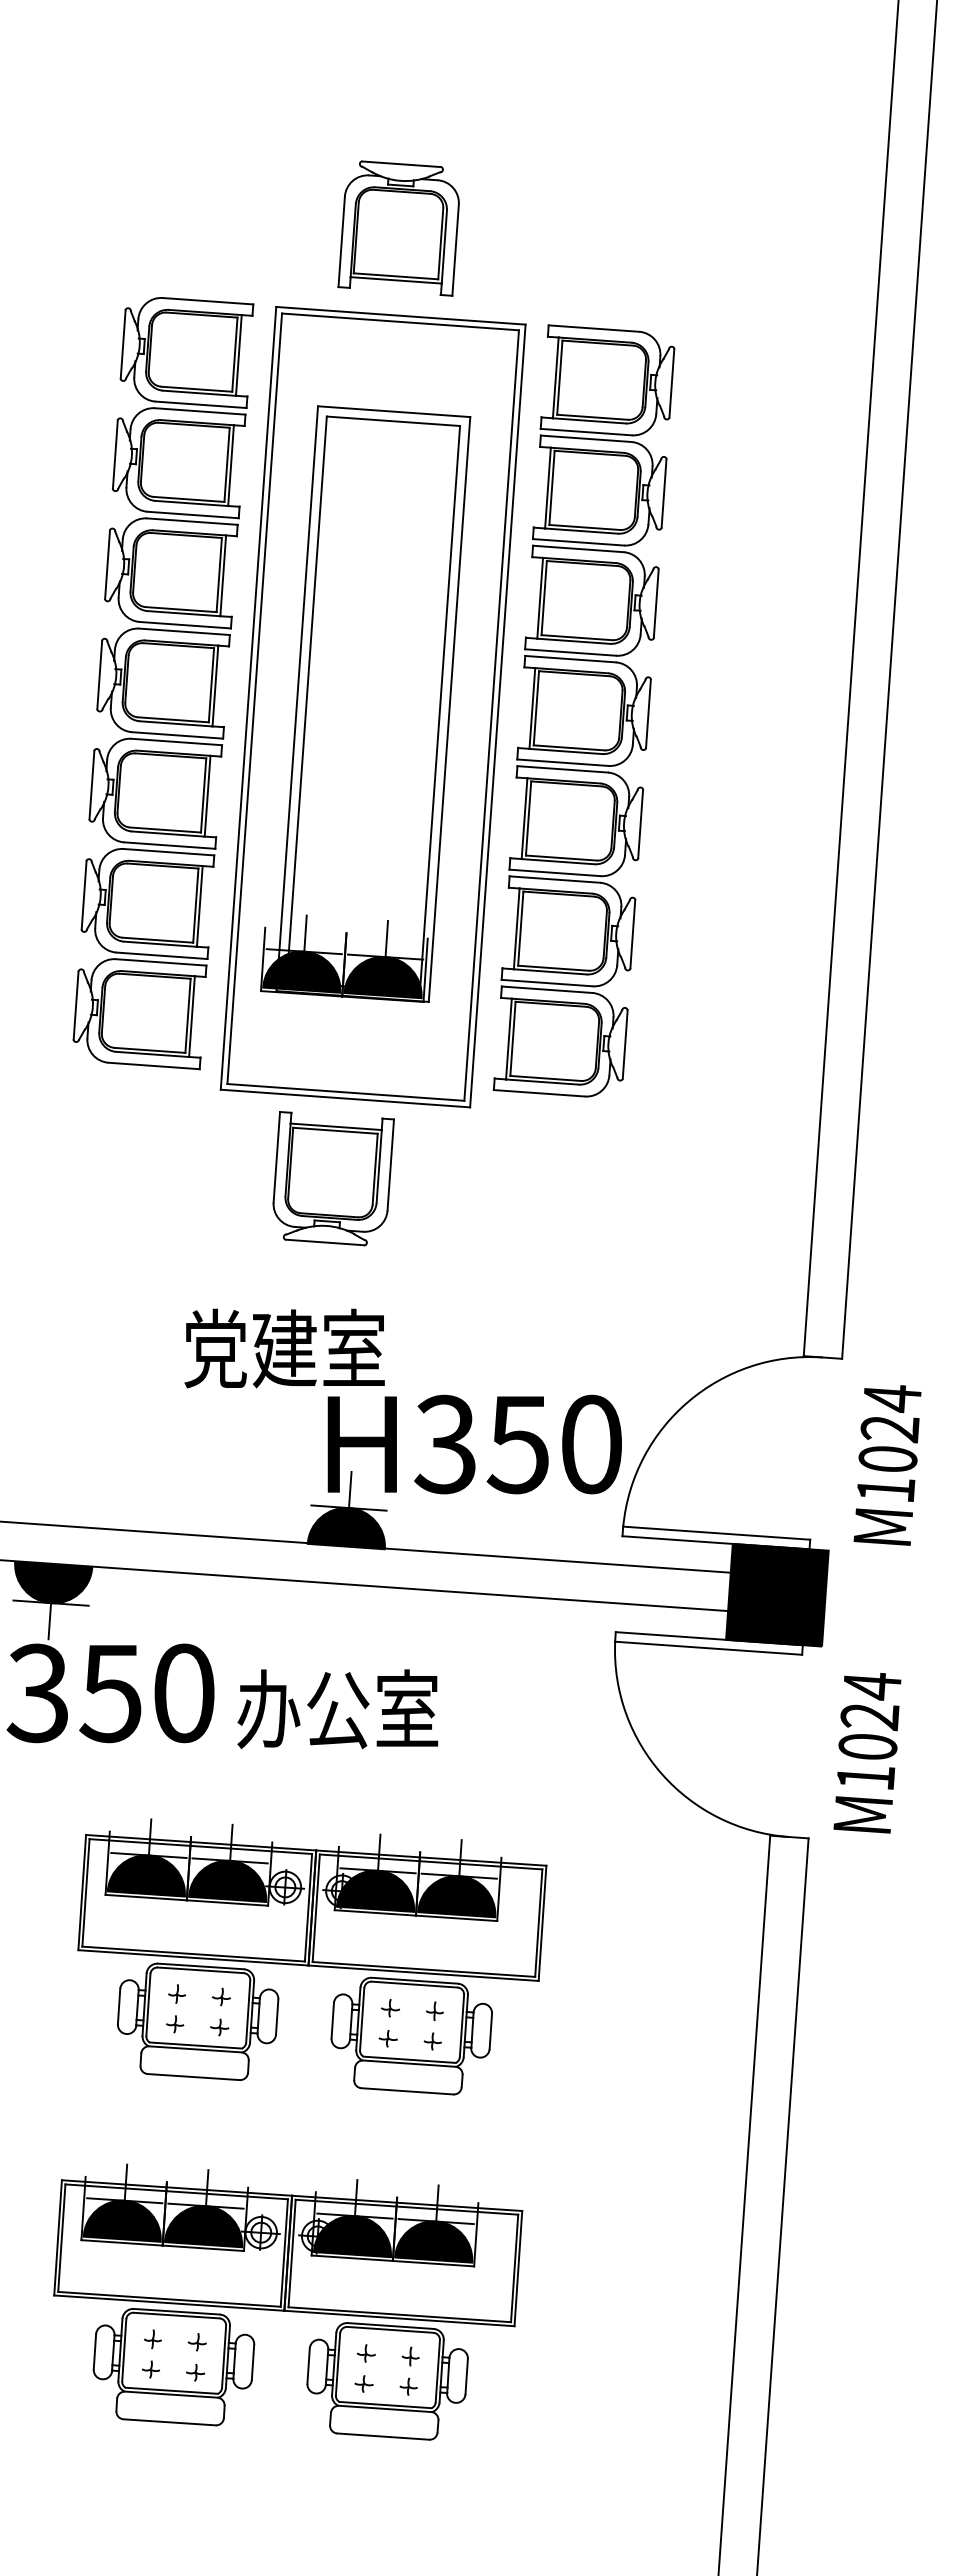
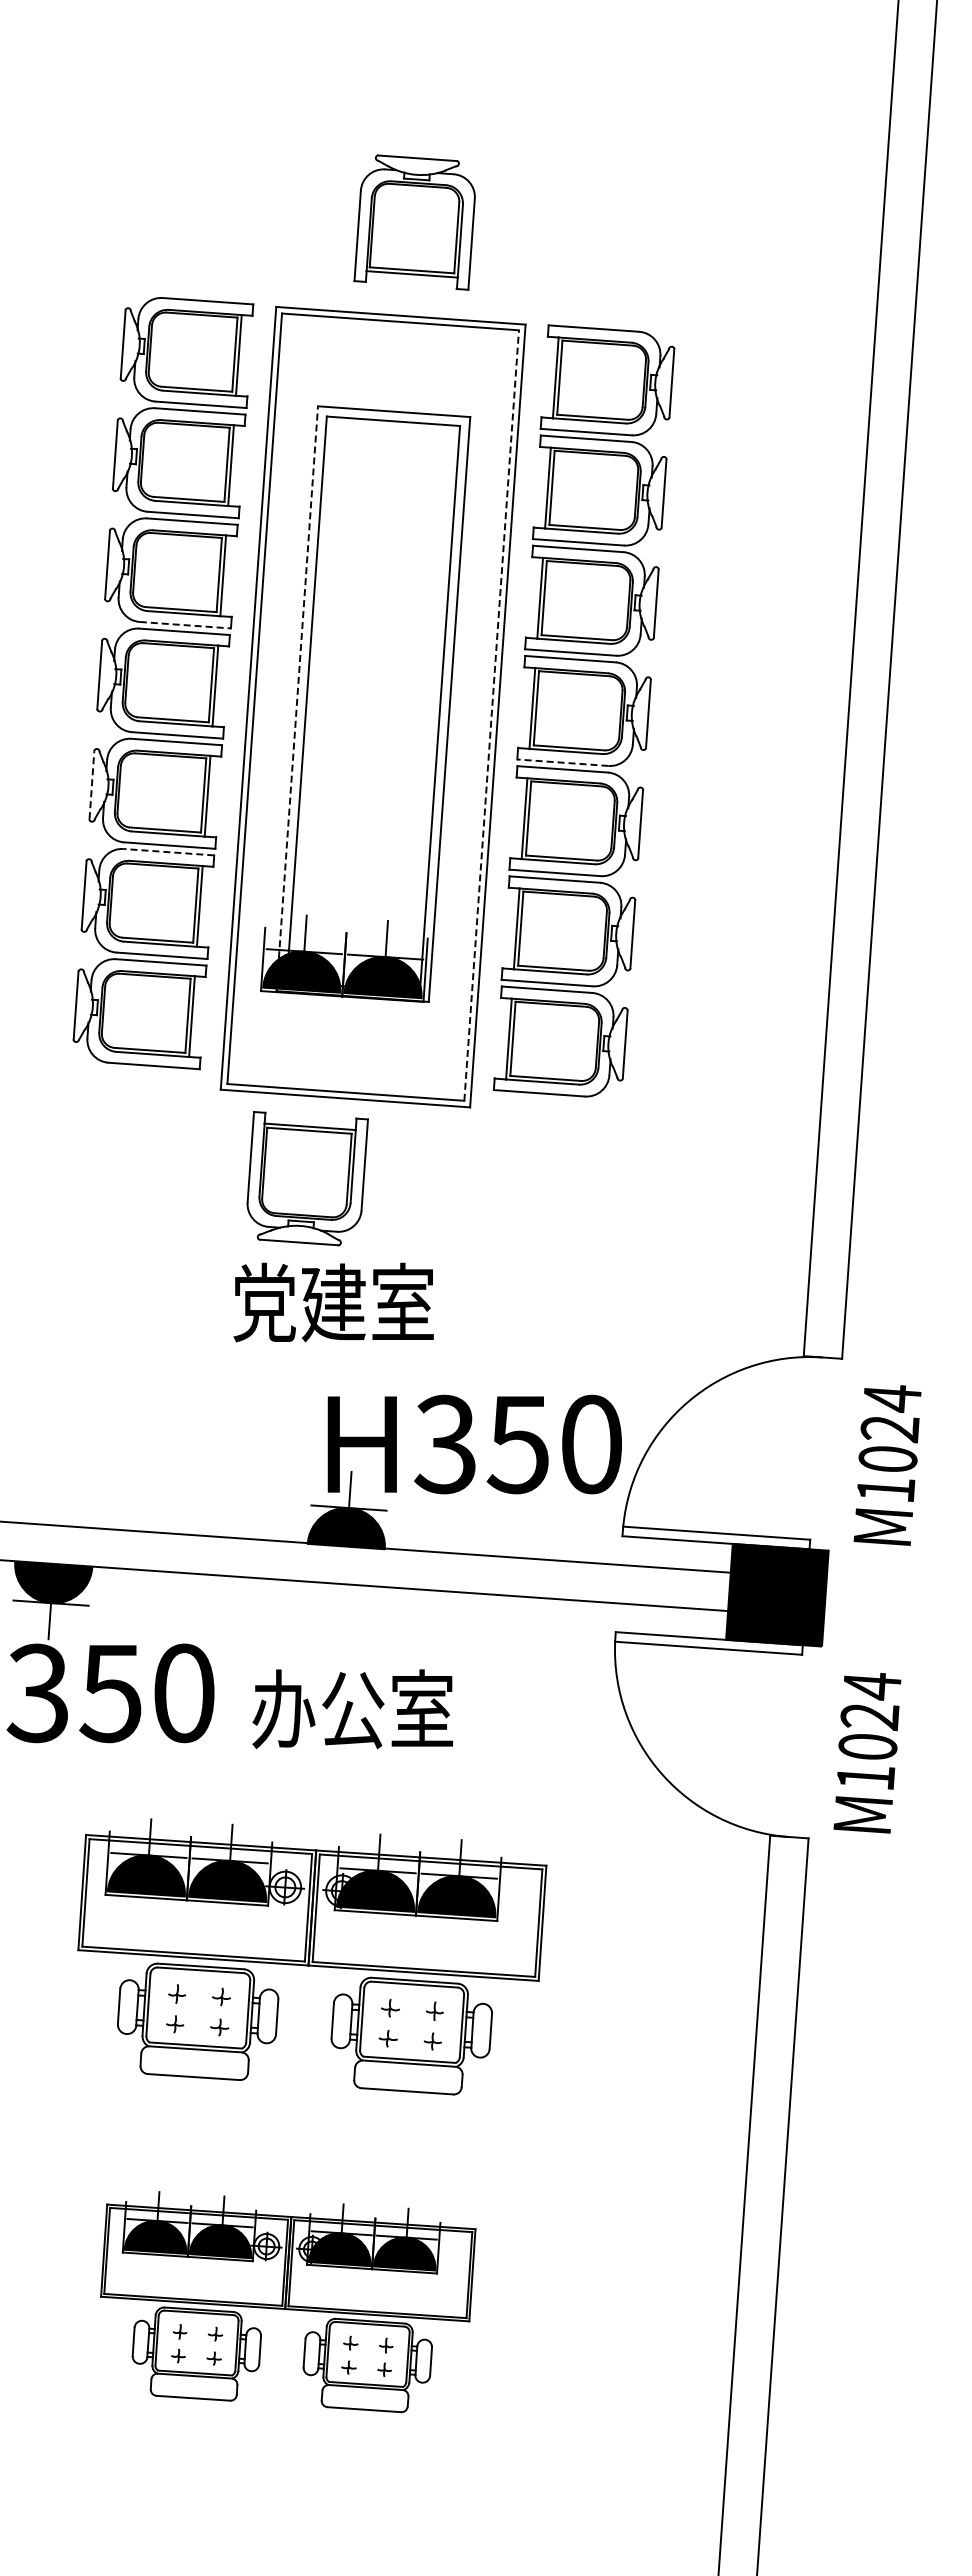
part at (398, 228) position: (398, 228) -> (414, 222)
line at (185, 625): solid -> dashed
line at (297, 698): solid -> dashed
line at (491, 715): solid -> dashed
line at (562, 762): solid -> dashed
line at (91, 784): solid -> dashed
line at (168, 852): solid -> dashed
part at (333, 1178) position: (333, 1178) -> (307, 1178)
text at (284, 1348) position: (284, 1348) -> (333, 1302)
text at (337, 1709) position: (337, 1709) -> (352, 1709)
part at (288, 2301) size: 471x278 px -> 377x223 px
